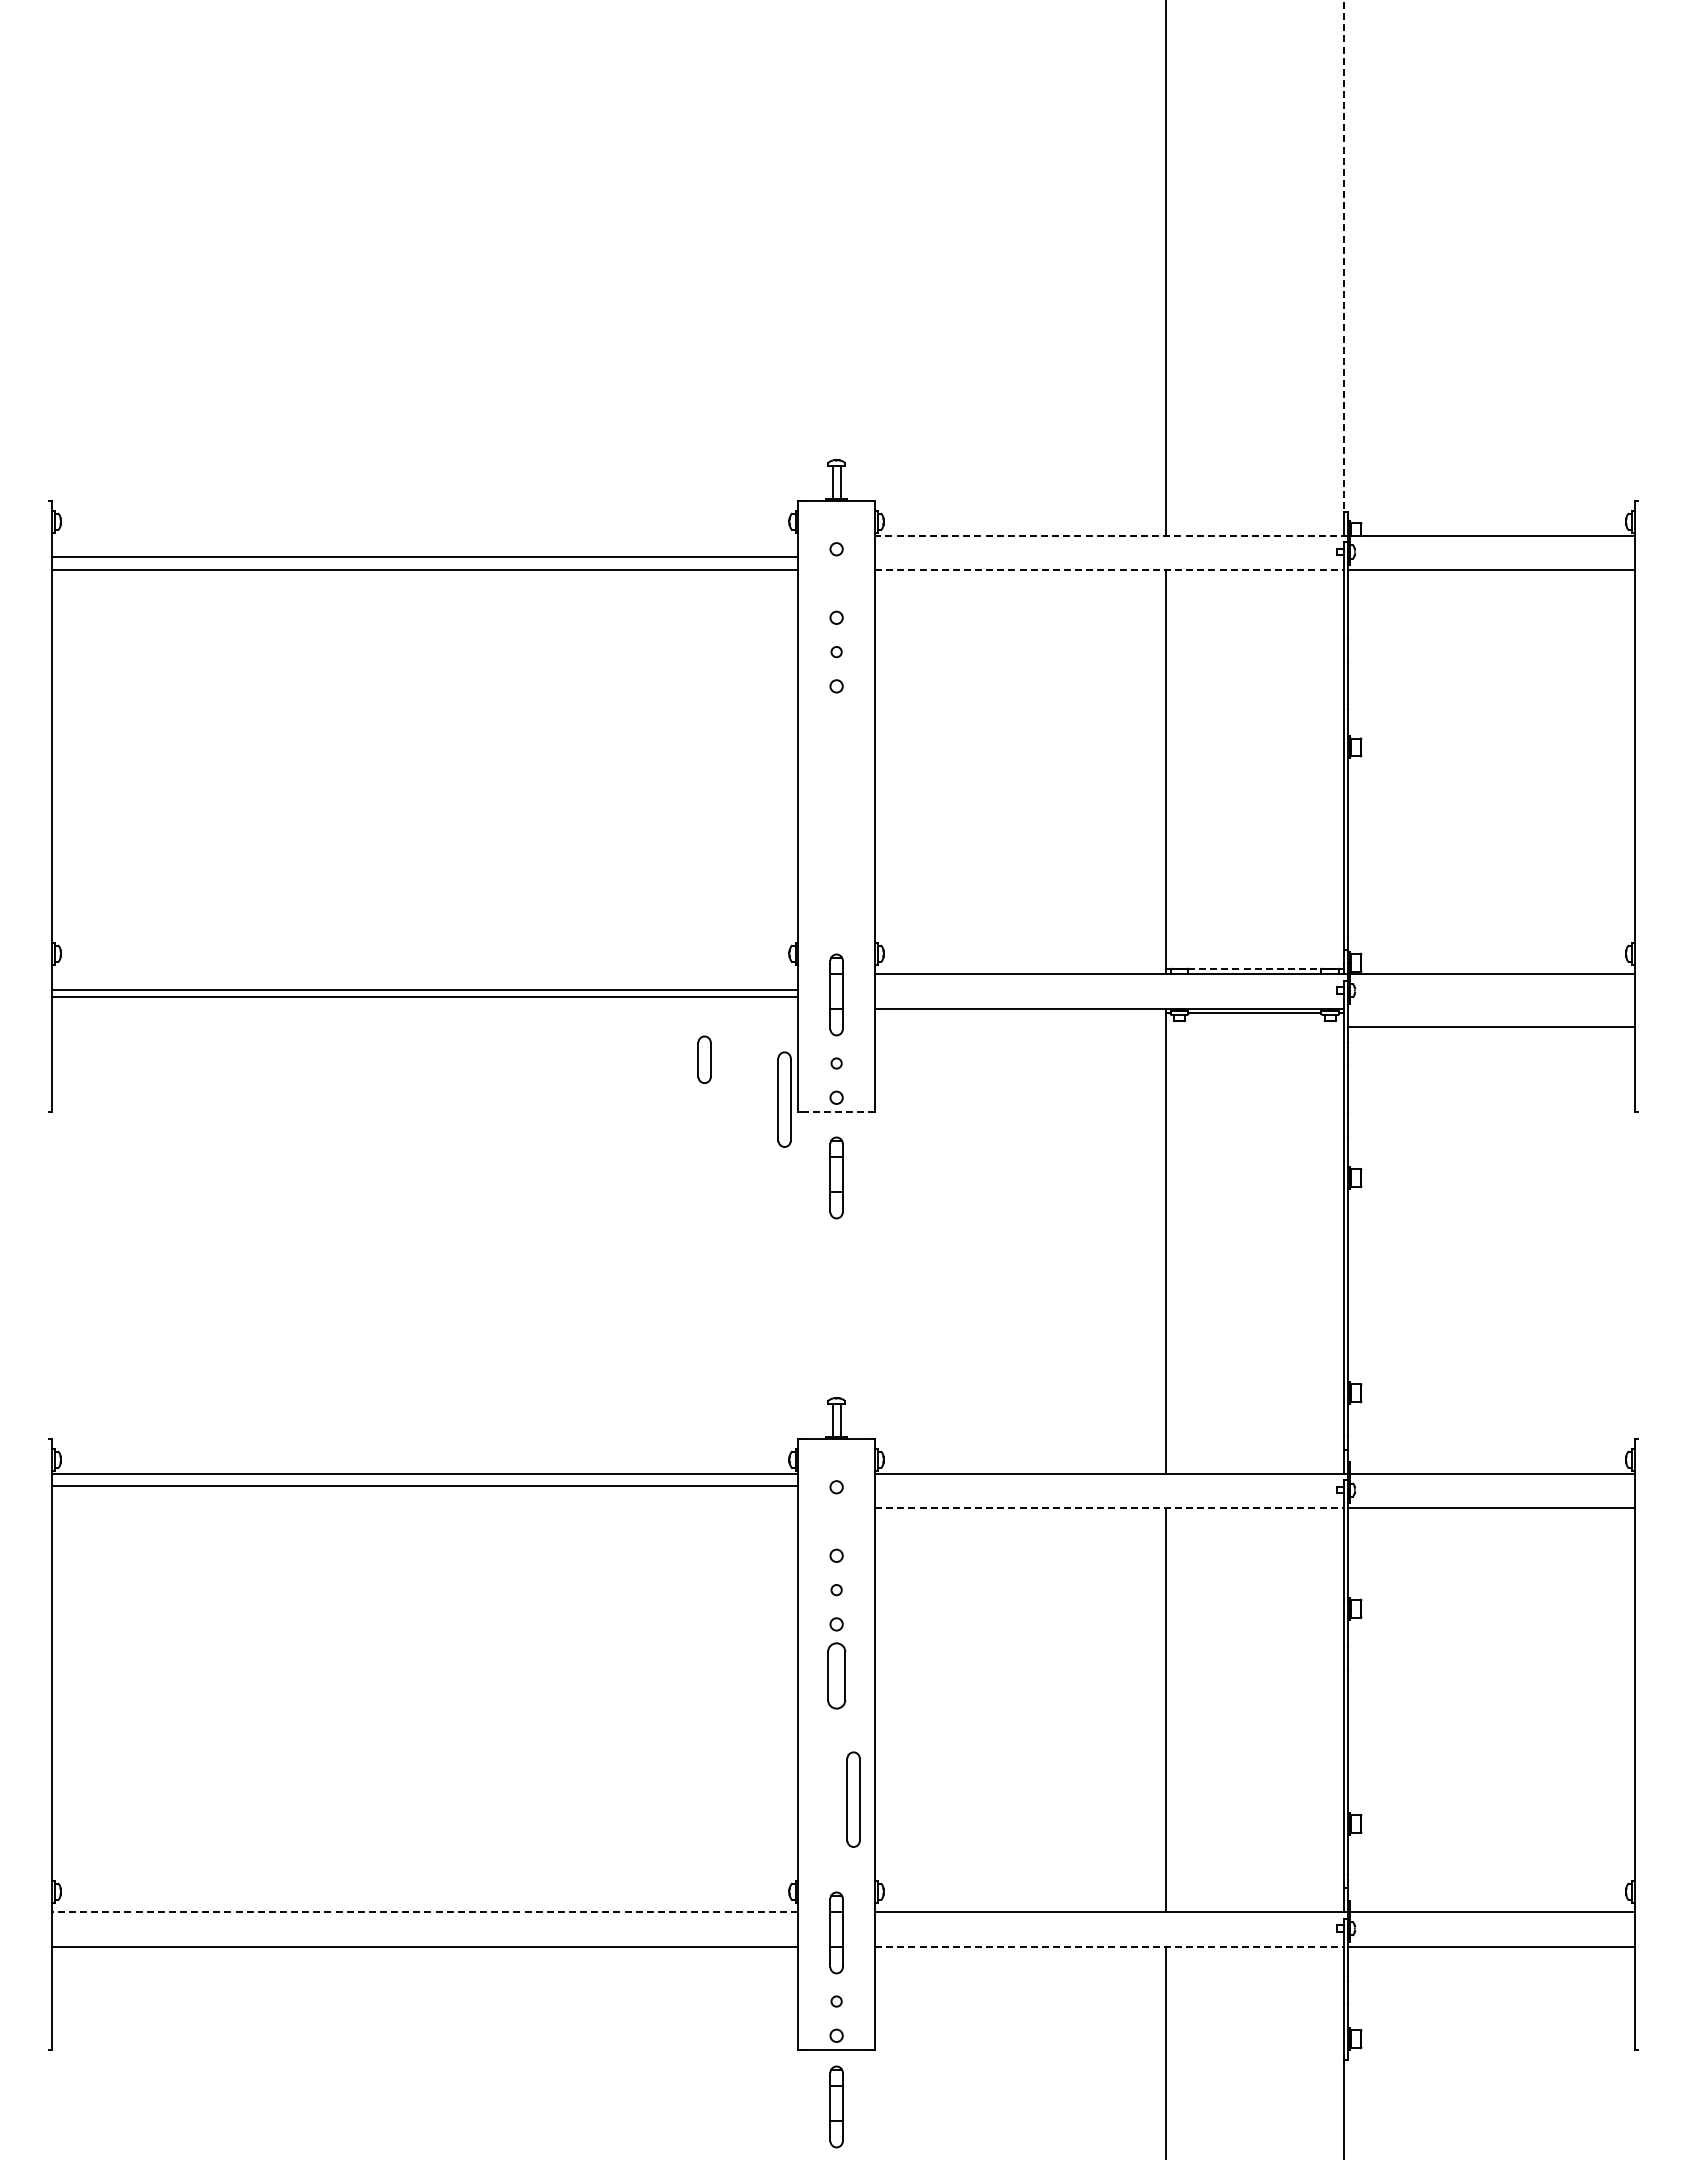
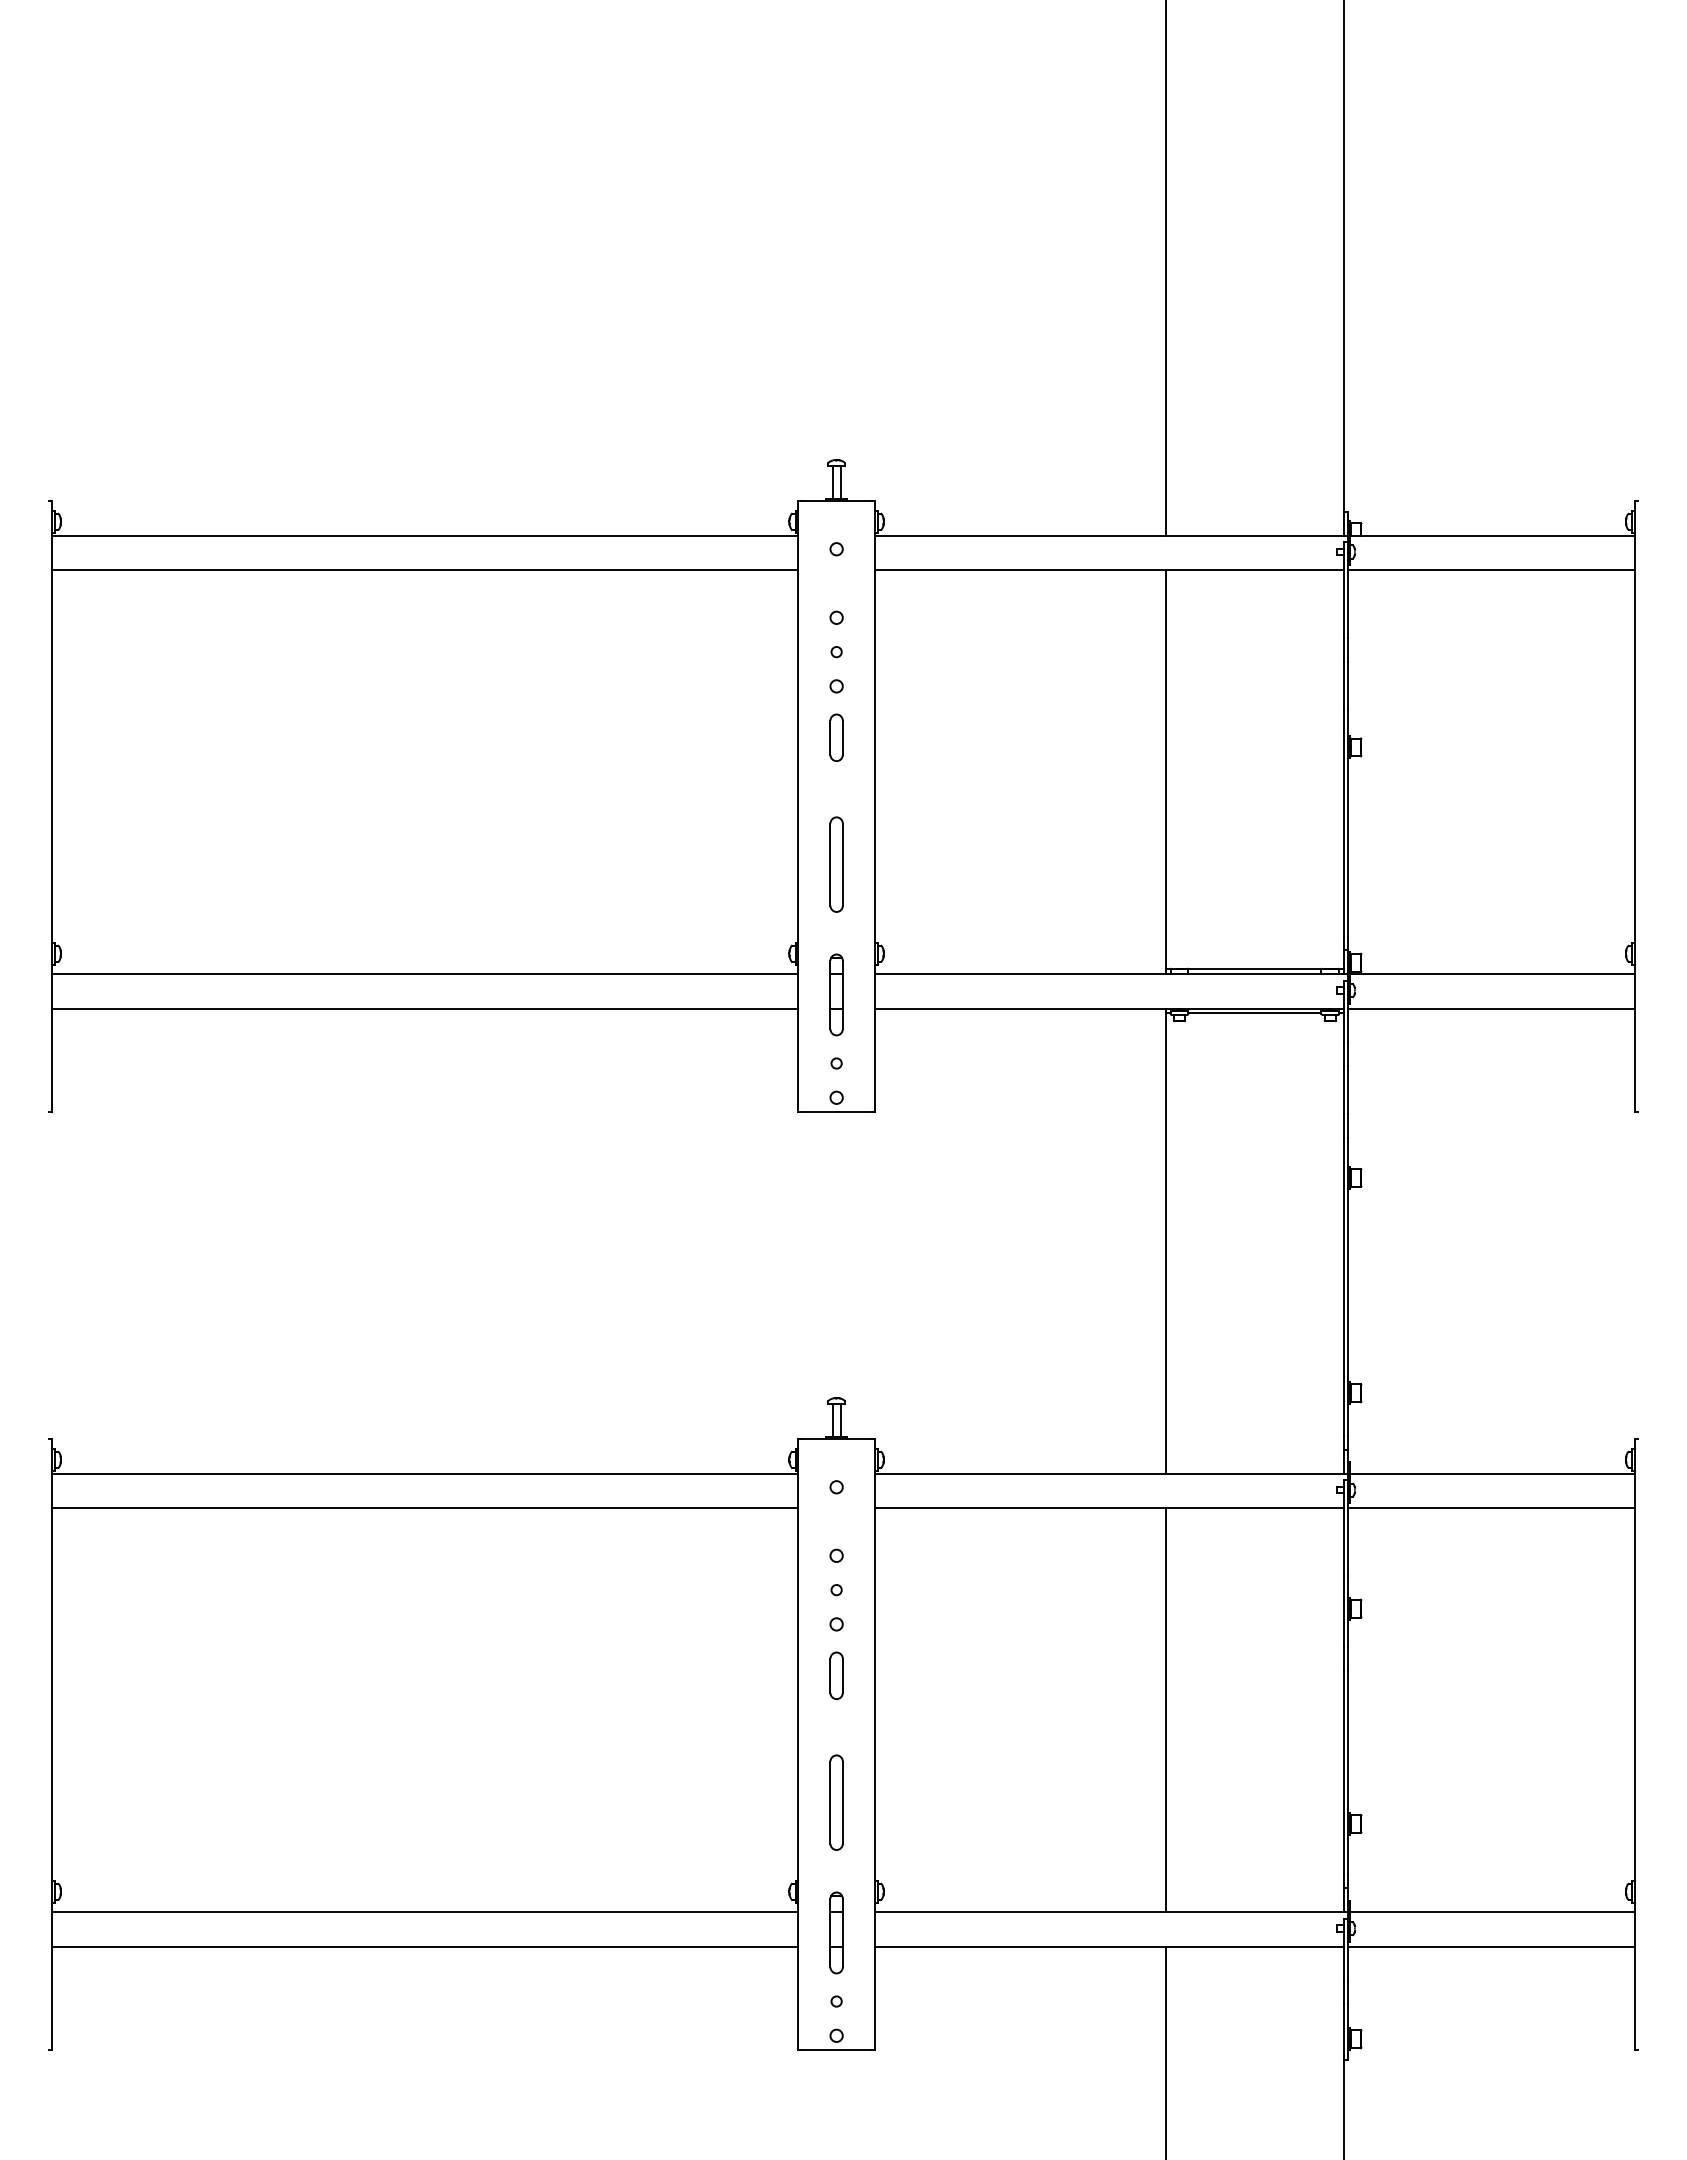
line at (1344, 256): dashed -> solid
line at (1111, 535): dashed -> solid
line at (425, 556) position: (425, 556) -> (425, 535)
line at (1109, 569): dashed -> solid
line at (1254, 968): dashed -> solid
line at (425, 989) position: (425, 989) -> (425, 1008)
line at (425, 997) position: (425, 997) -> (425, 974)
line at (1491, 1026) position: (1491, 1026) -> (1491, 1008)
part at (704, 1059) position: (704, 1059) -> (836, 737)
part at (784, 1099) position: (784, 1099) -> (836, 864)
line at (836, 1111): dashed -> solid
part at (836, 1177): present -> none
line at (425, 1485) position: (425, 1485) -> (425, 1507)
line at (1109, 1507): dashed -> solid
part at (836, 1675) size: 20x68 px -> 15x49 px
part at (853, 1799) position: (853, 1799) -> (836, 1802)
line at (424, 1912): dashed -> solid
line at (1109, 1946): dashed -> solid
part at (836, 2106): present -> none
